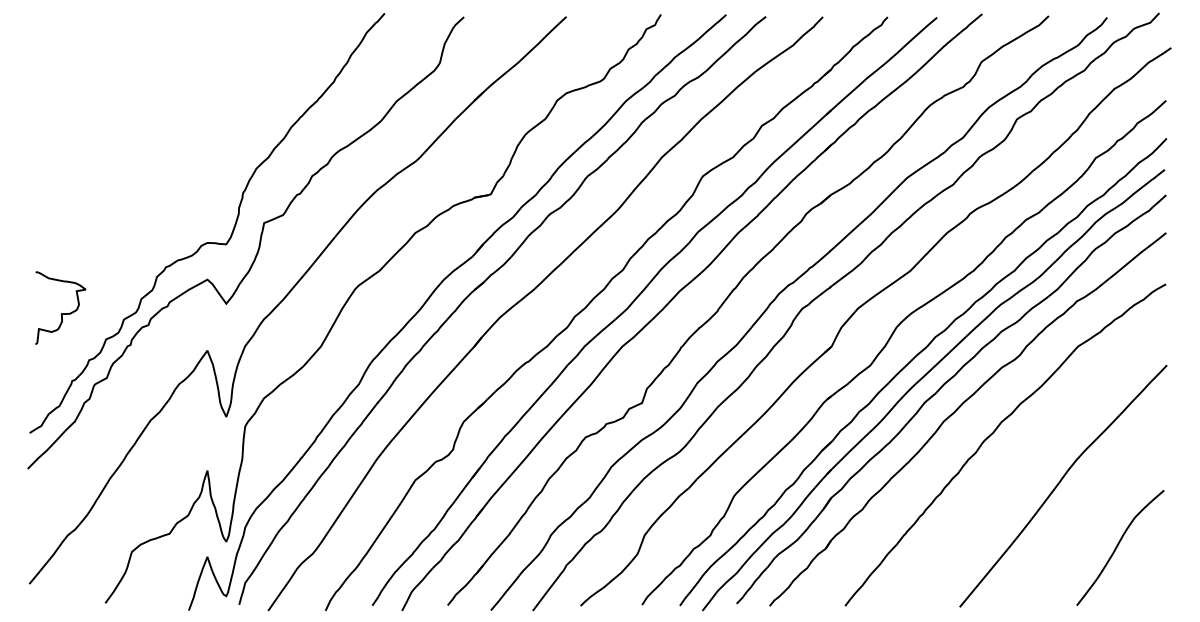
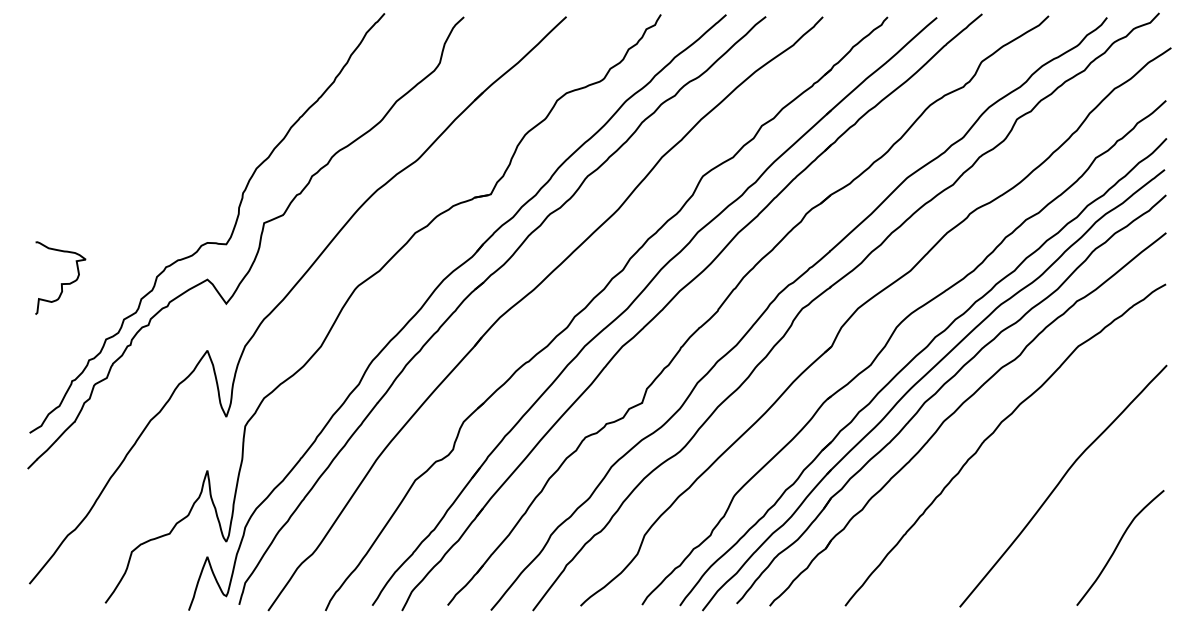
curve at (60, 313) position: (60, 313) -> (60, 283)
